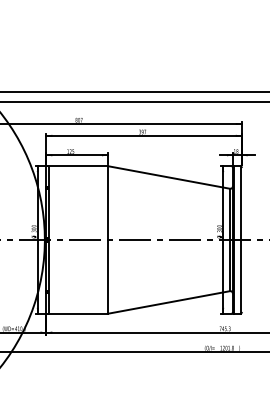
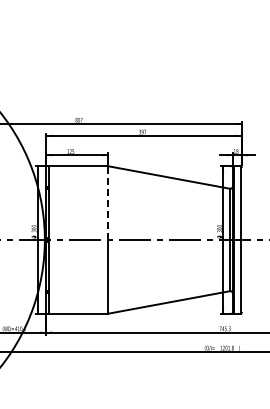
line at (134, 92): present -> none
line at (134, 102): present -> none
line at (107, 203): solid -> dashed
